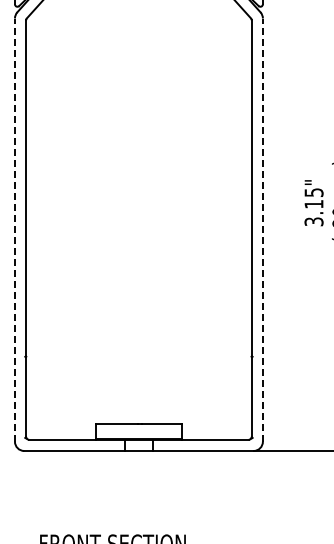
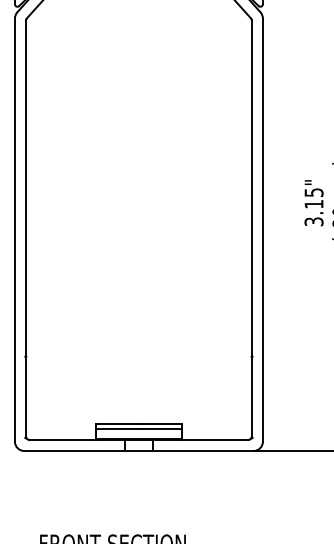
line at (14, 230): dashed -> solid
line at (262, 230): dashed -> solid
line at (138, 428): none -> present
